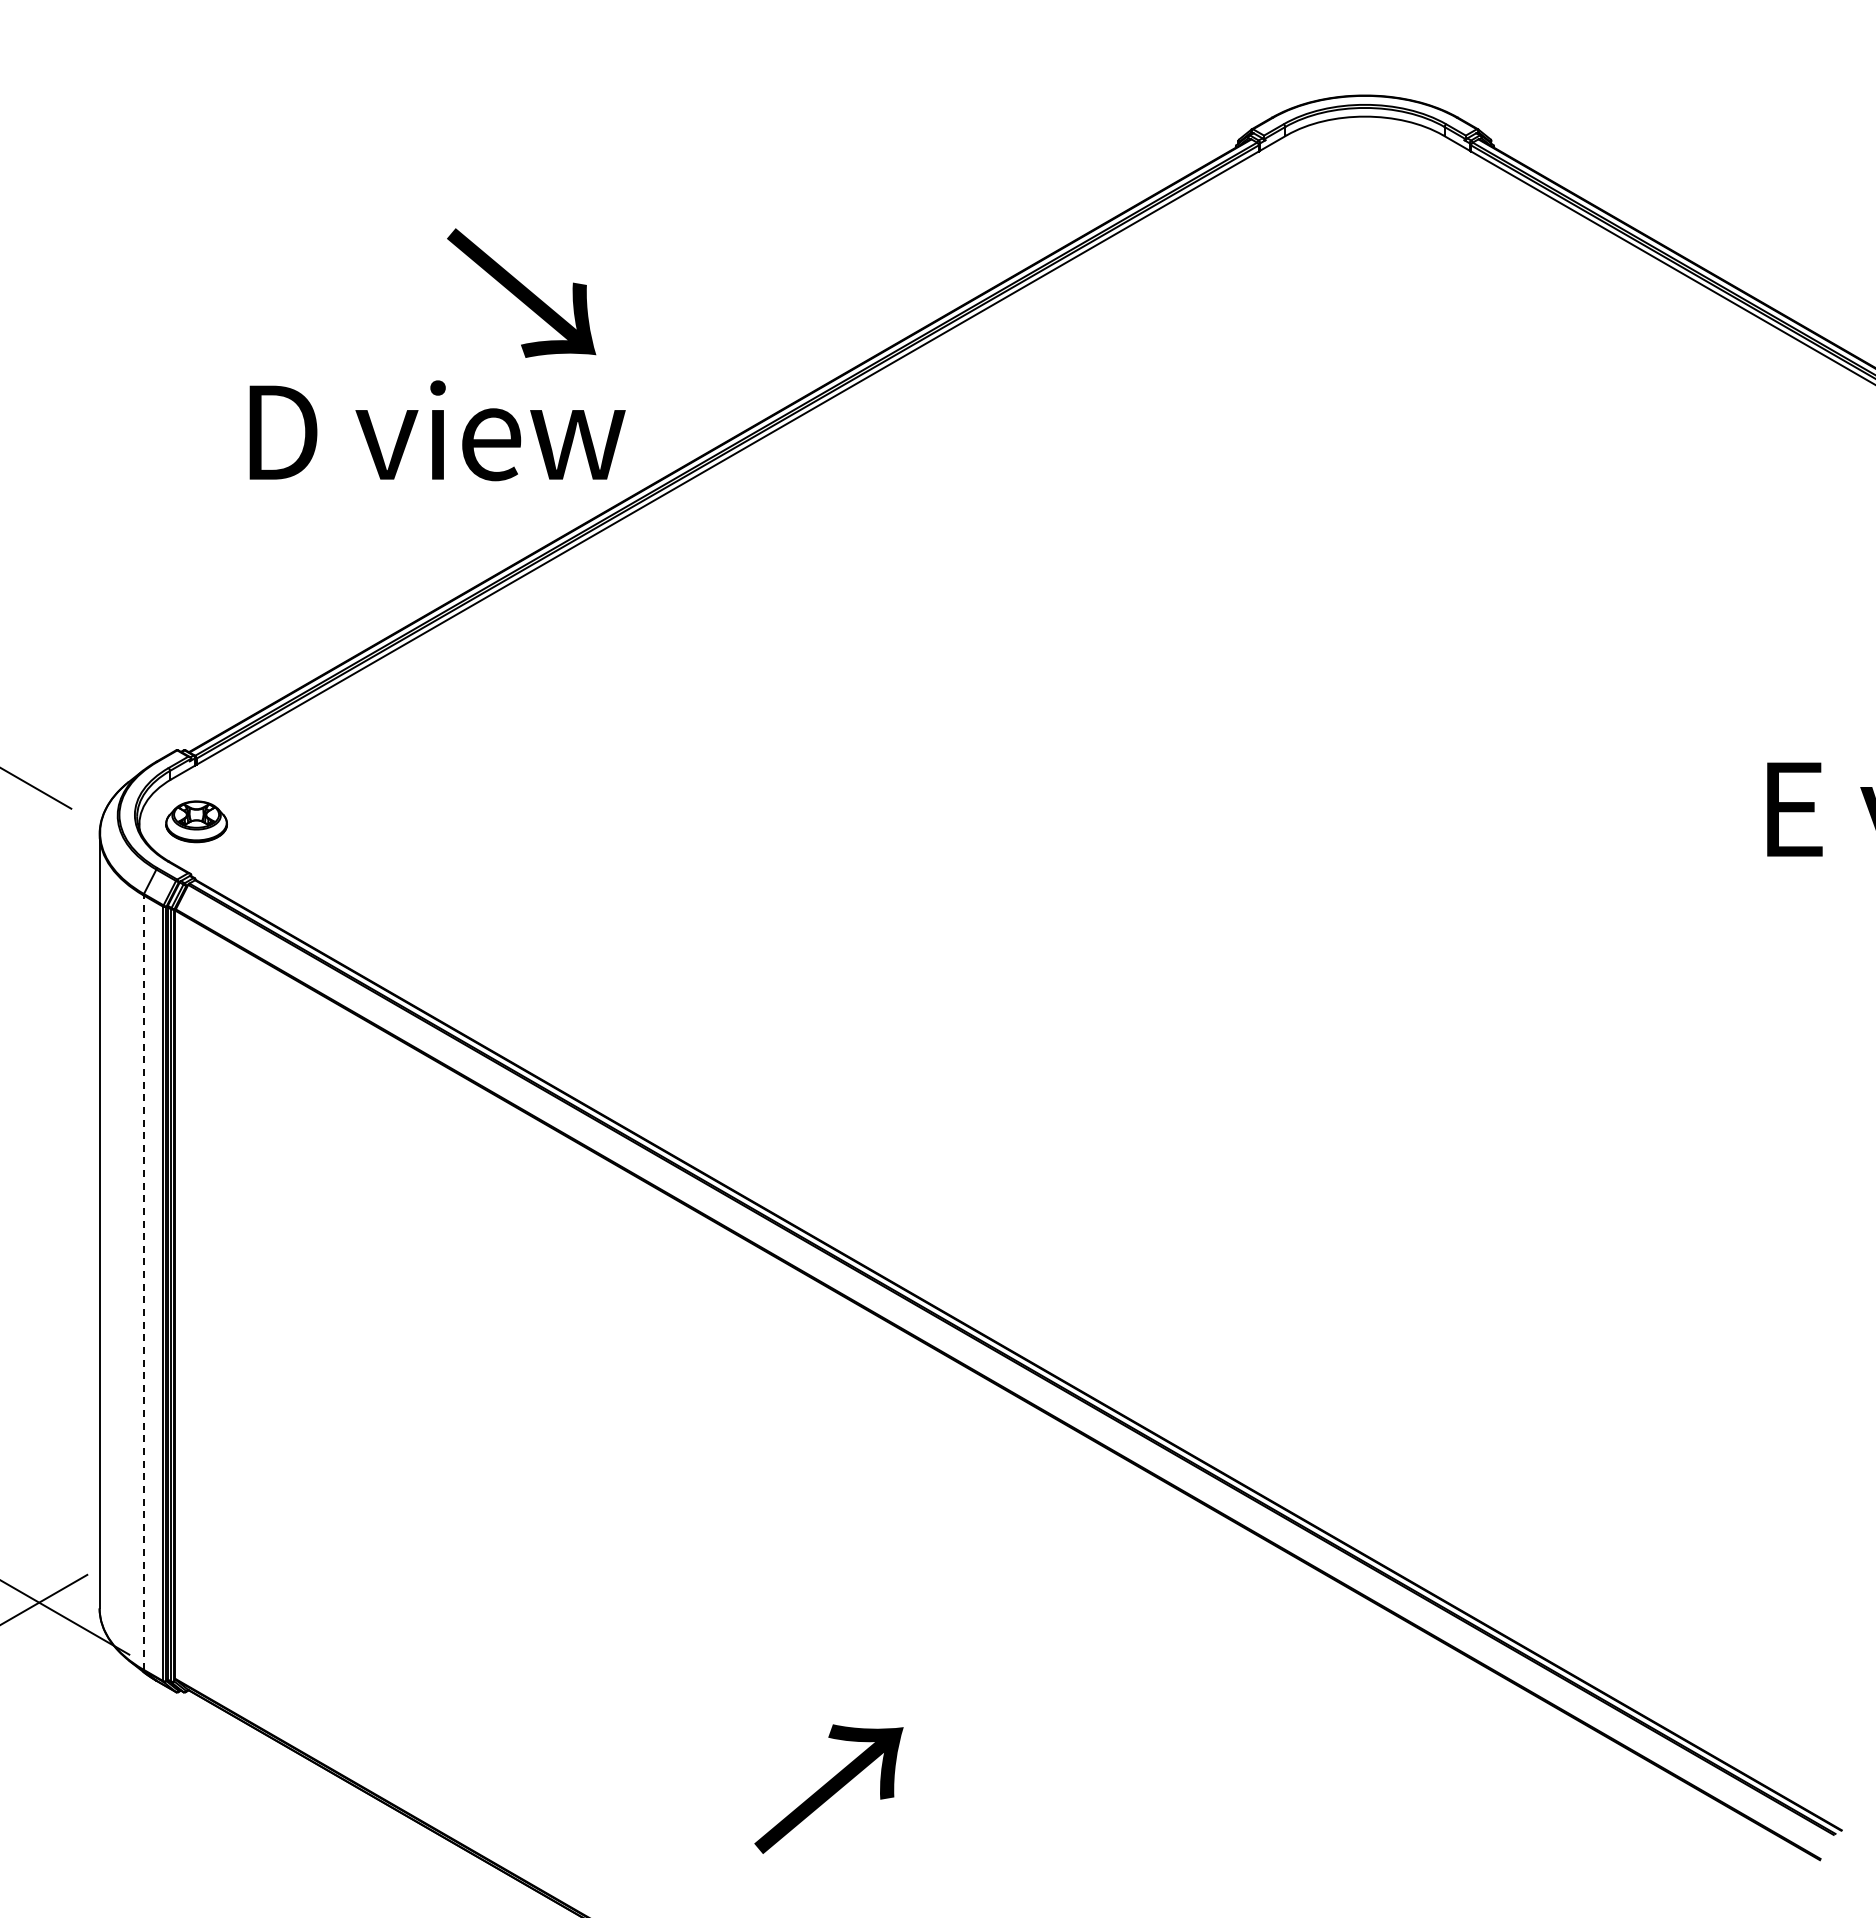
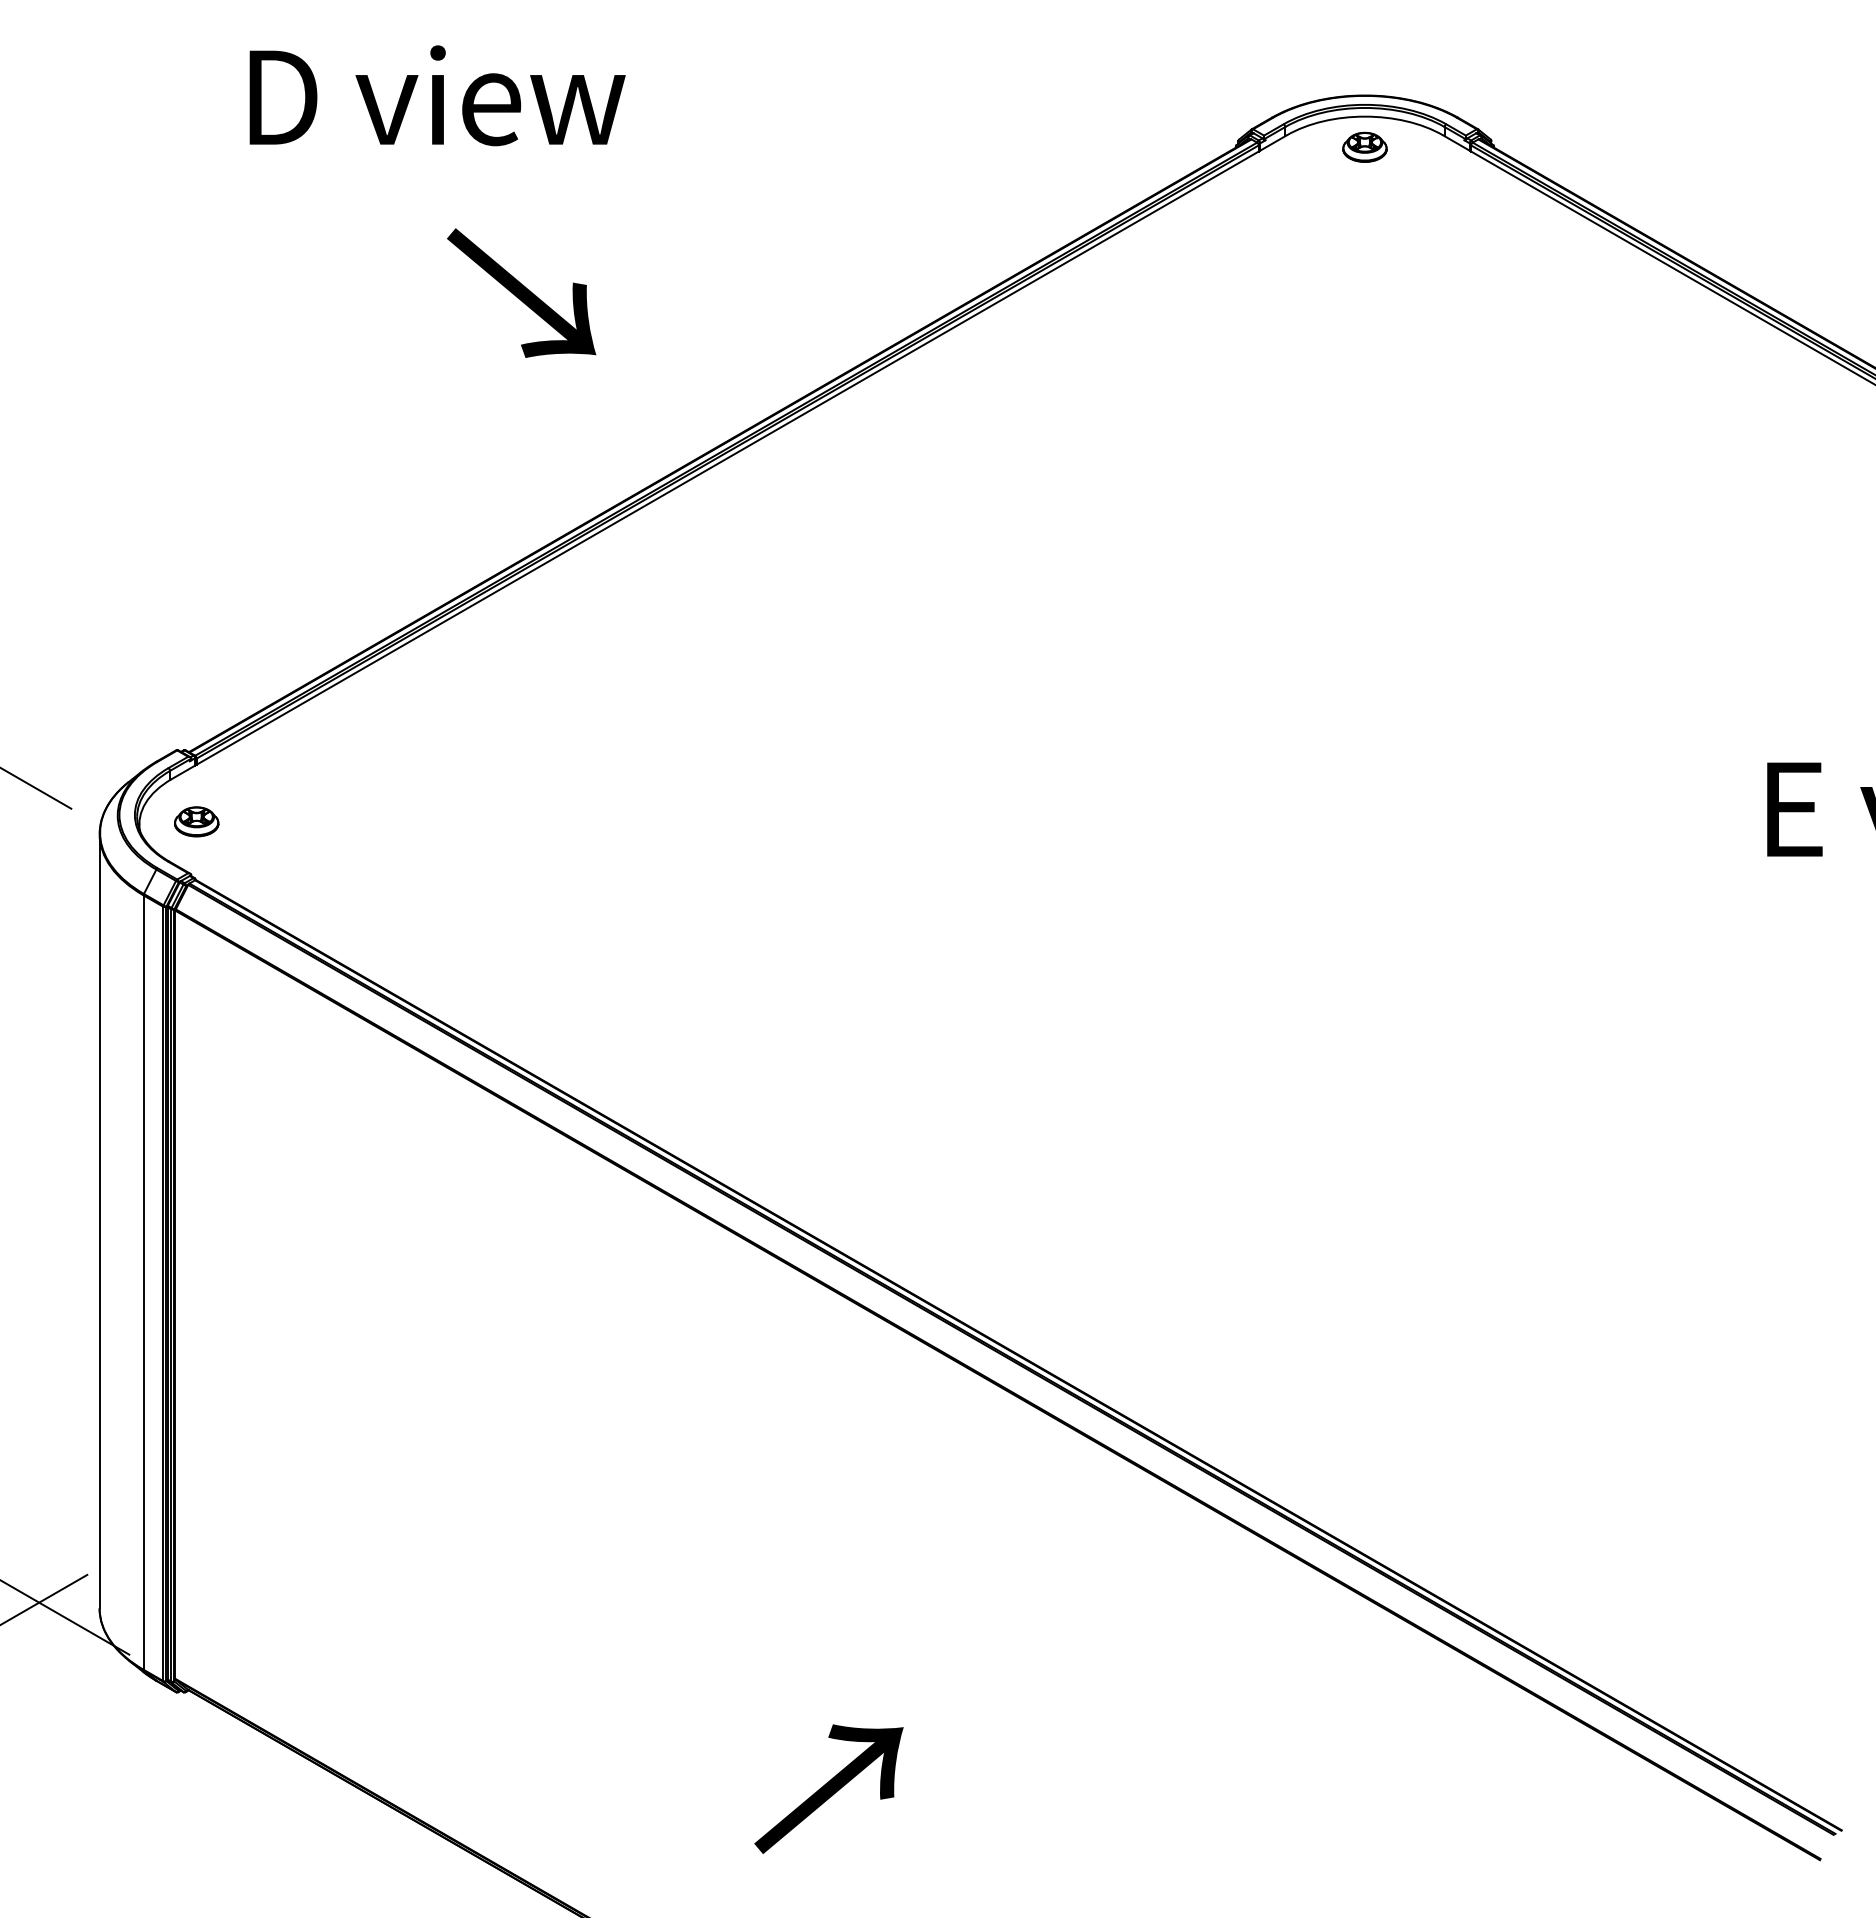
part at (1364, 146): none -> present
text at (437, 430) position: (437, 430) -> (437, 95)
part at (196, 821) size: 63x44 px -> 46x32 px
line at (143, 1282): dashed -> solid
